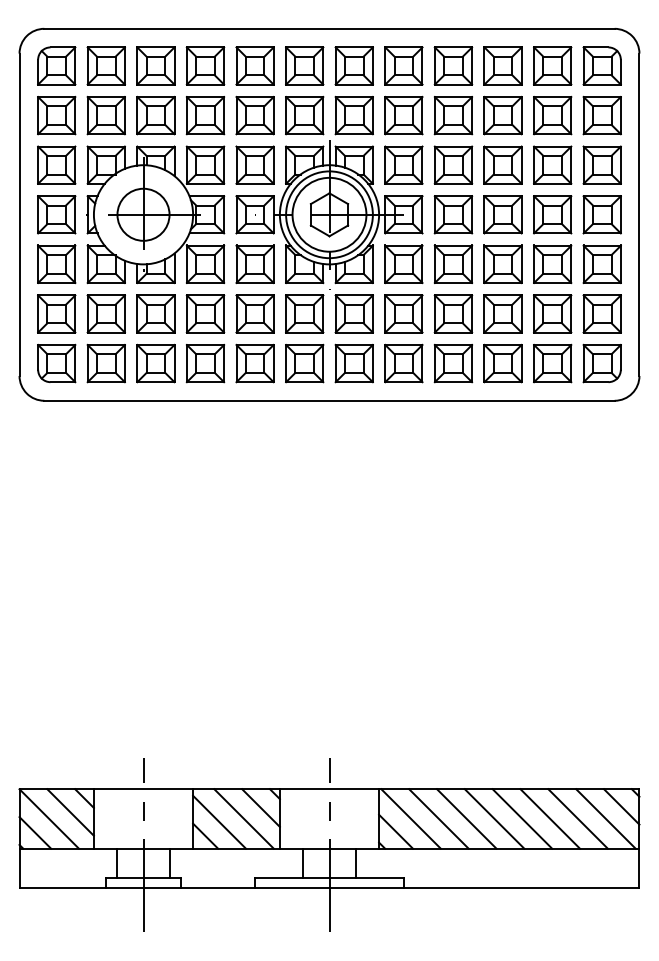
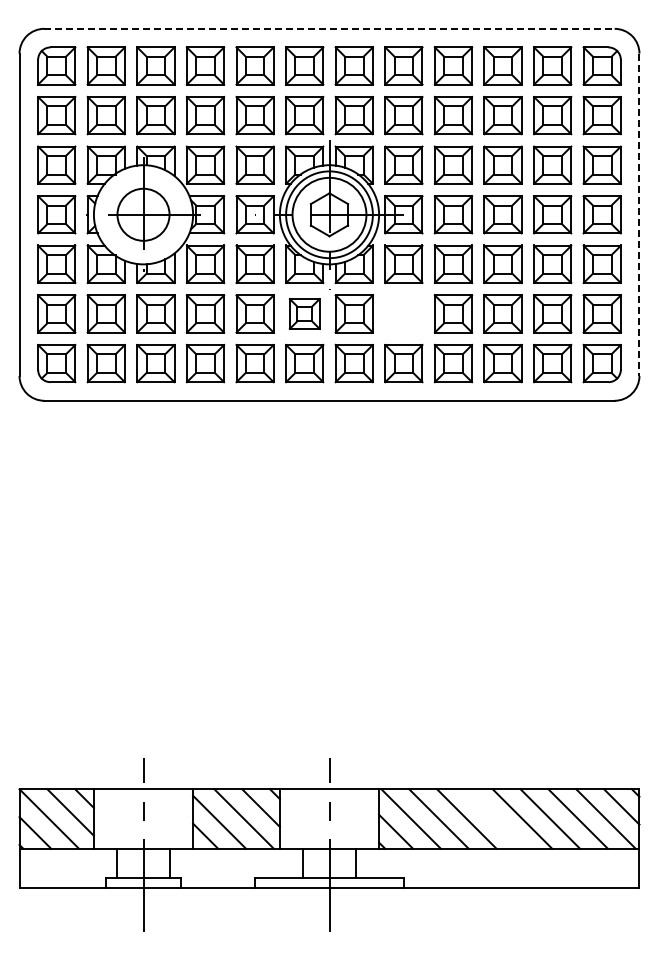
line at (329, 28): solid -> dashed
line at (639, 215): solid -> dashed
part at (304, 313) size: 40x40 px -> 33x32 px
part at (403, 313): present -> none
line at (494, 818): present -> none
